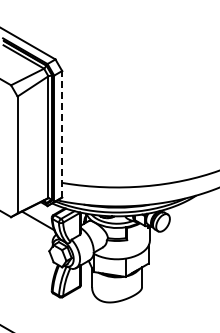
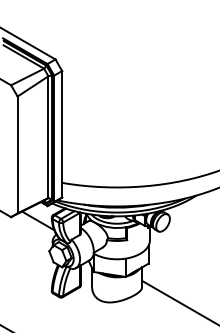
line at (62, 133): dashed -> solid
line at (179, 301): none -> present
